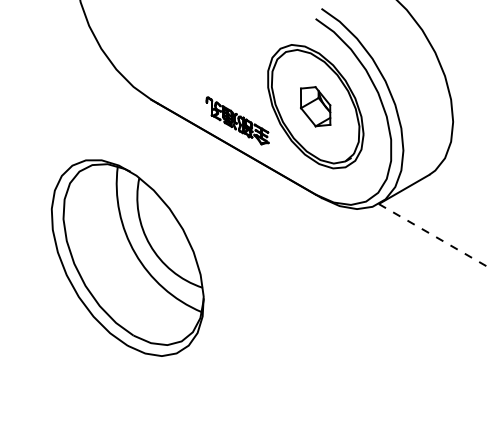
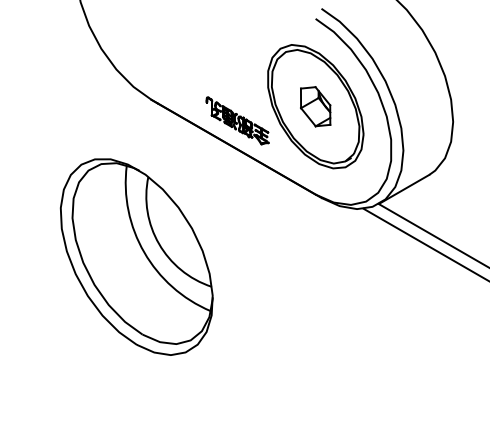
line at (434, 236): dashed -> solid
line at (424, 243): none -> present
part at (127, 257) position: (127, 257) -> (136, 256)
